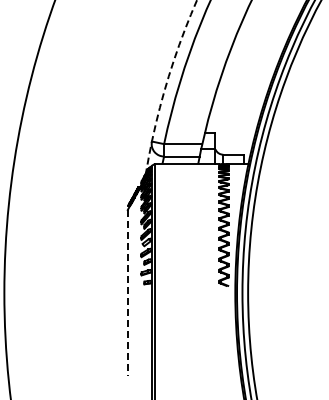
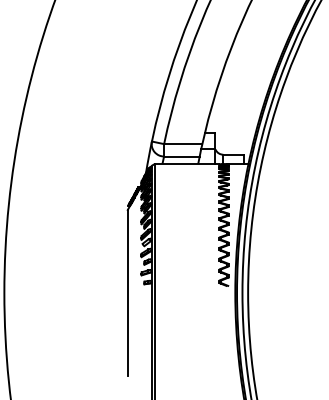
arc at (166, 84): dashed -> solid
line at (127, 293): dashed -> solid
